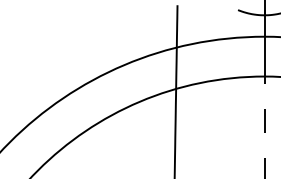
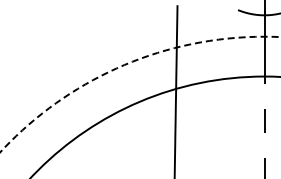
circle at (140, 94): solid -> dashed
